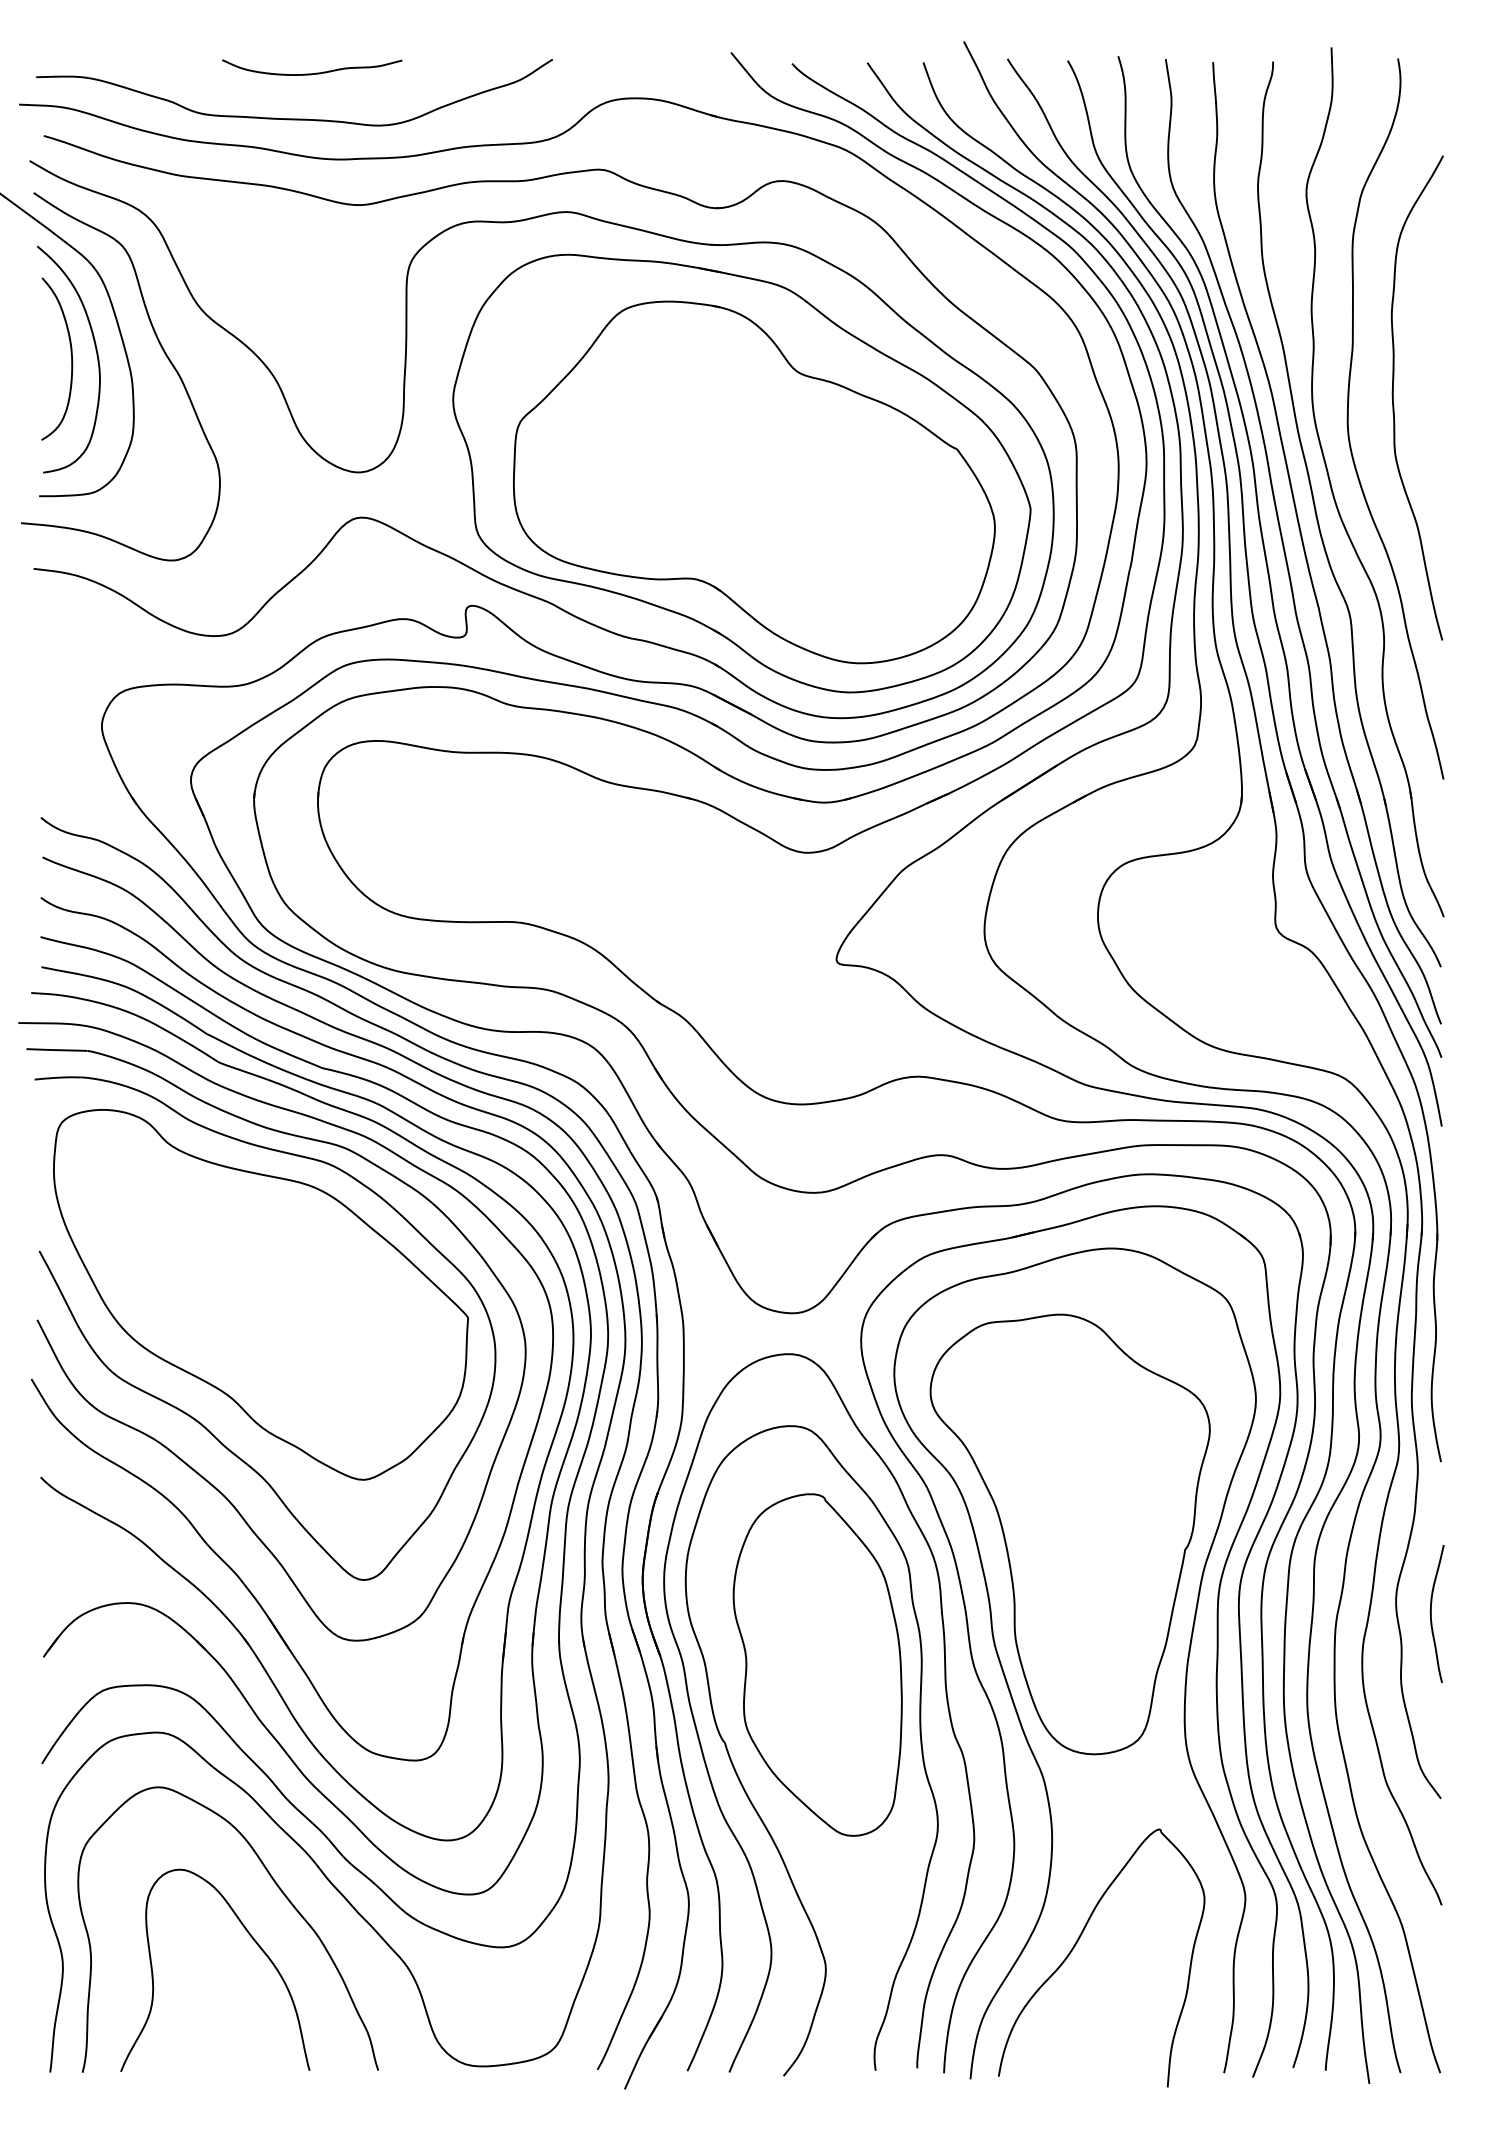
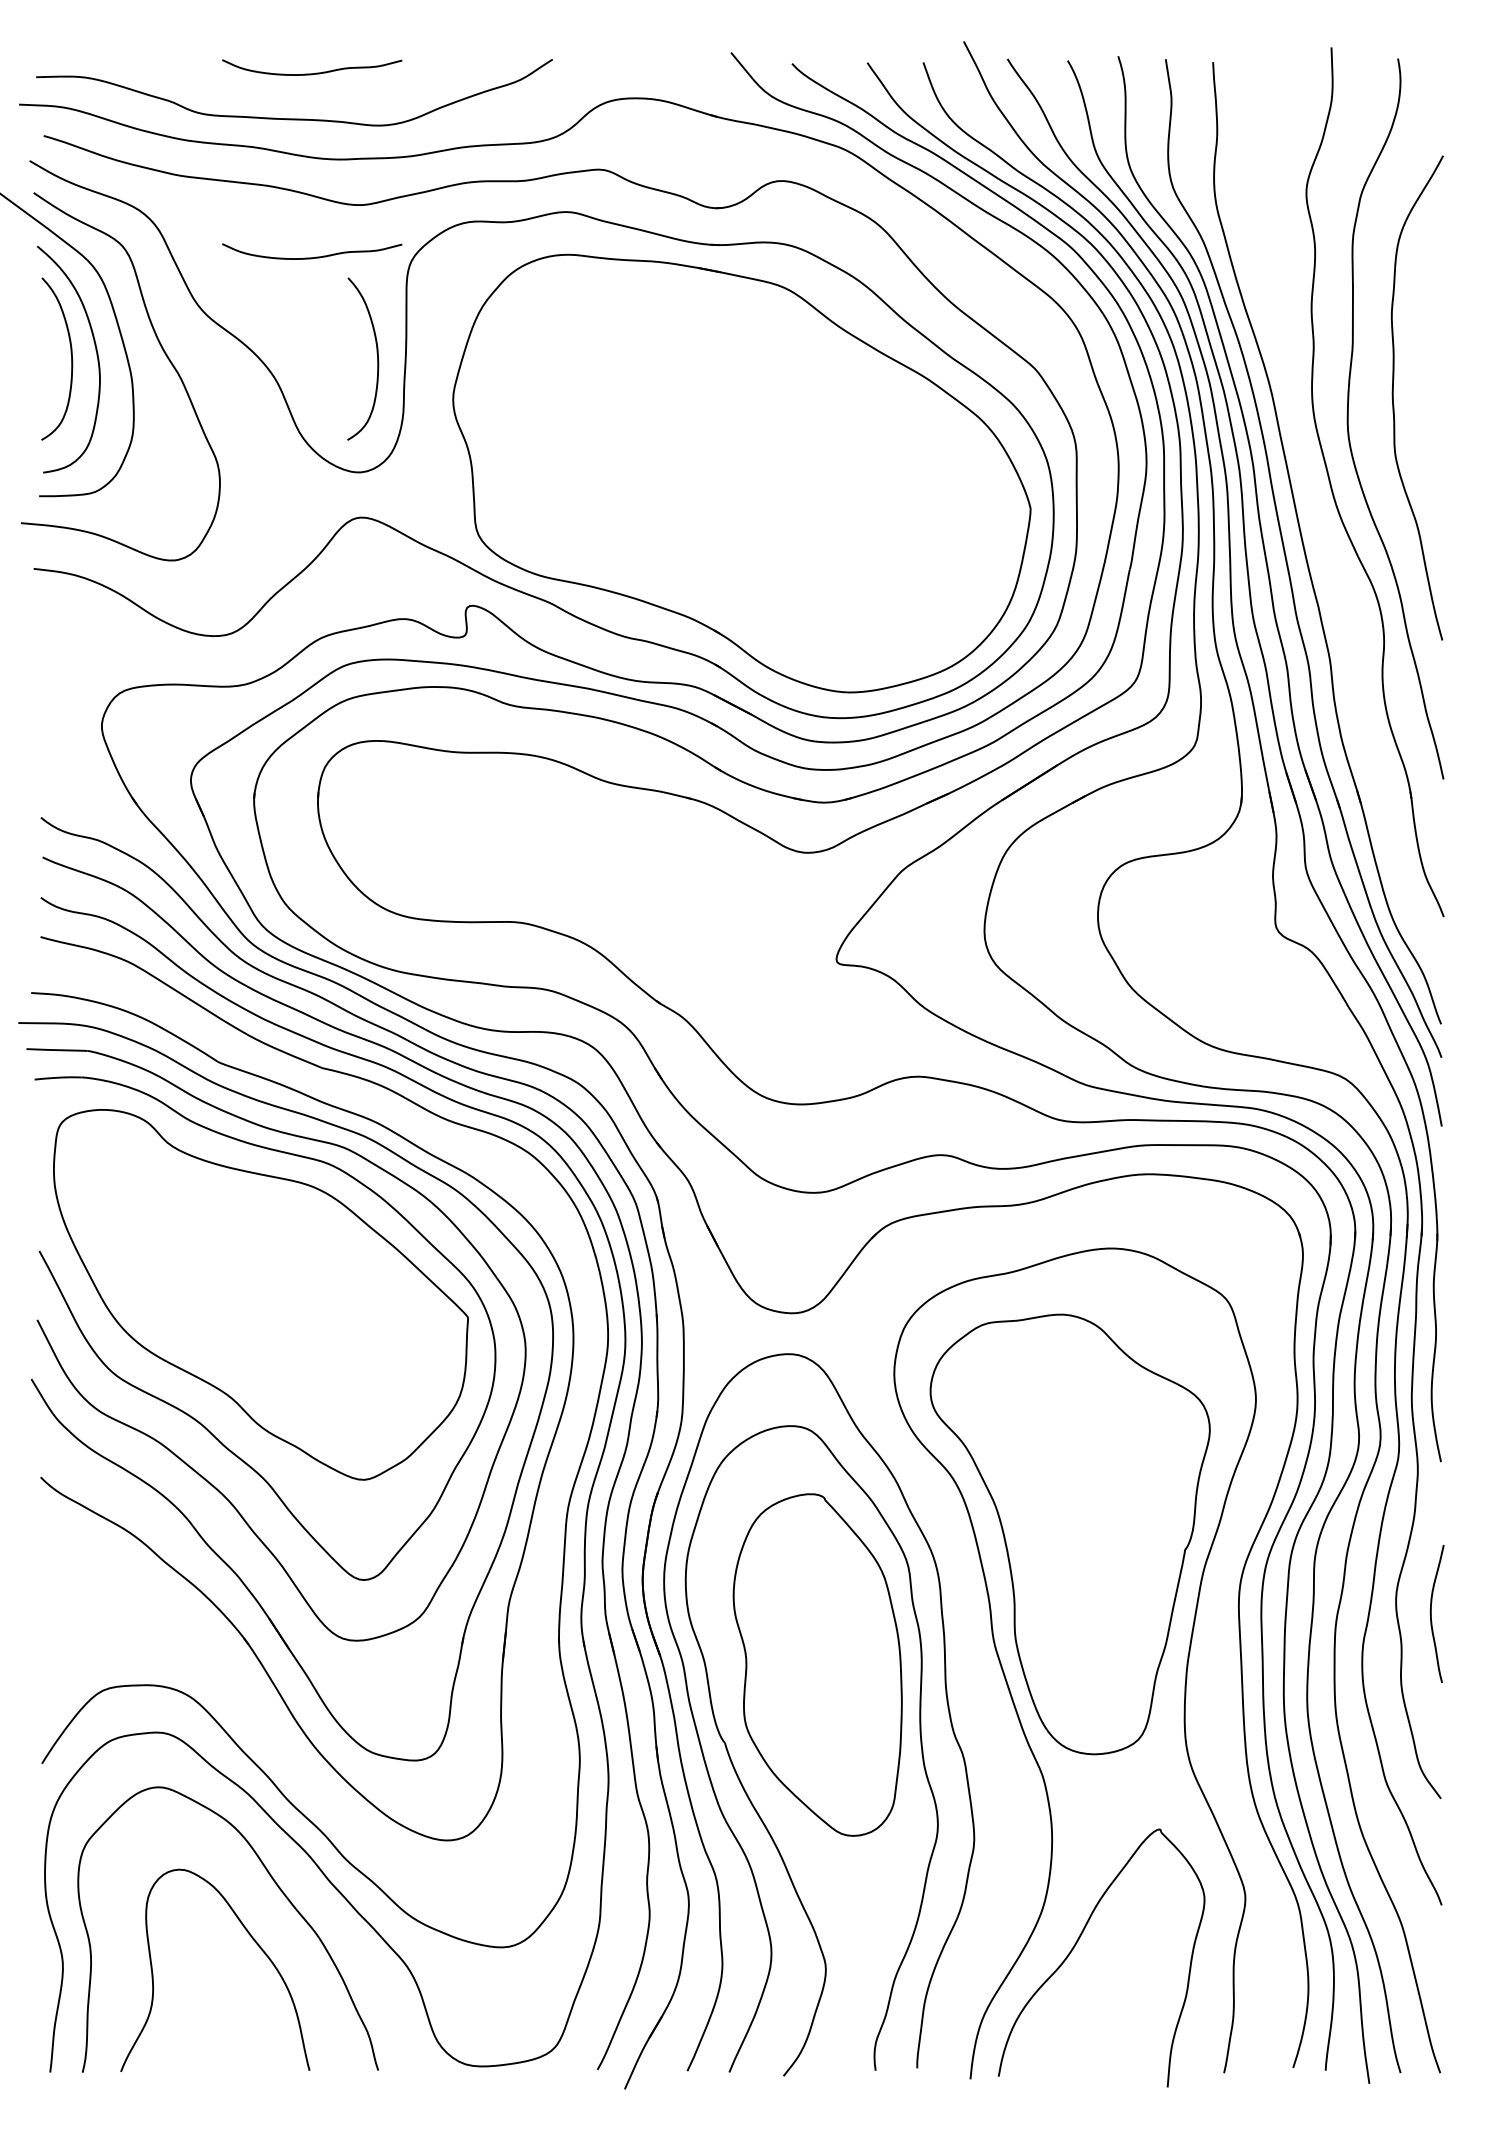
curve at (315, 256): none -> present
curve at (376, 353): none -> present
part at (754, 482): present -> none
part at (1319, 523): present -> none
part at (173, 1619): present -> none
part at (979, 1677): present -> none
